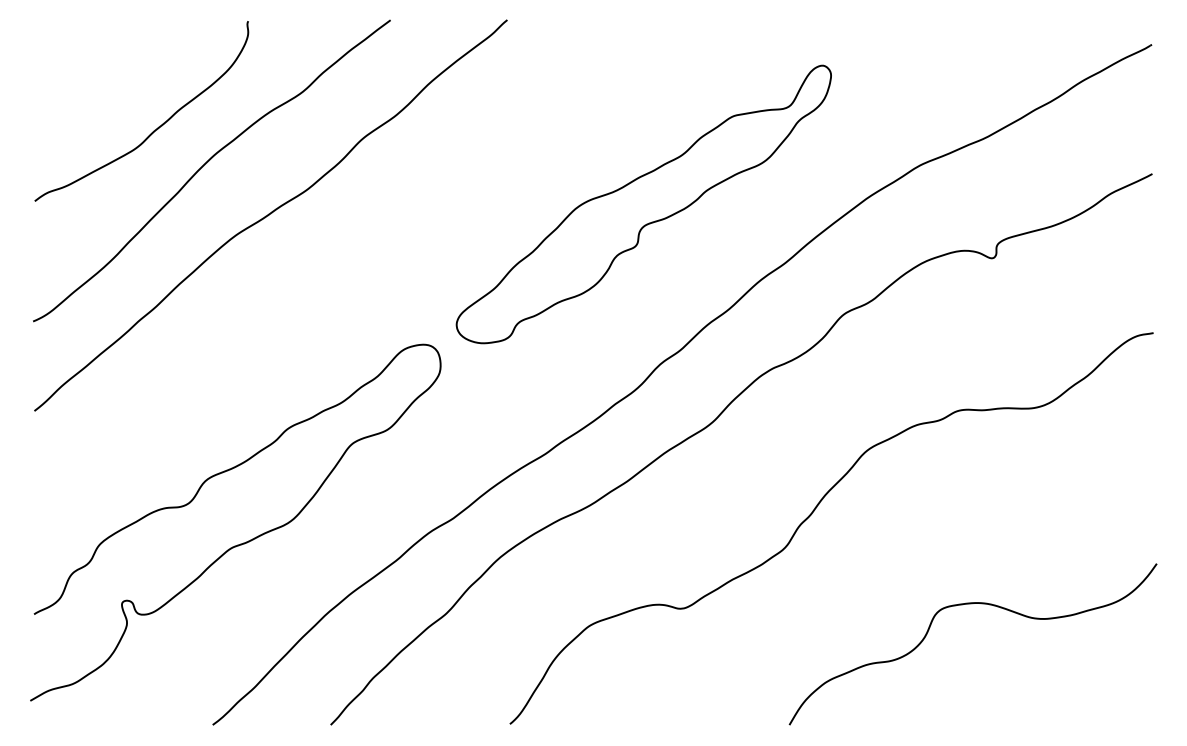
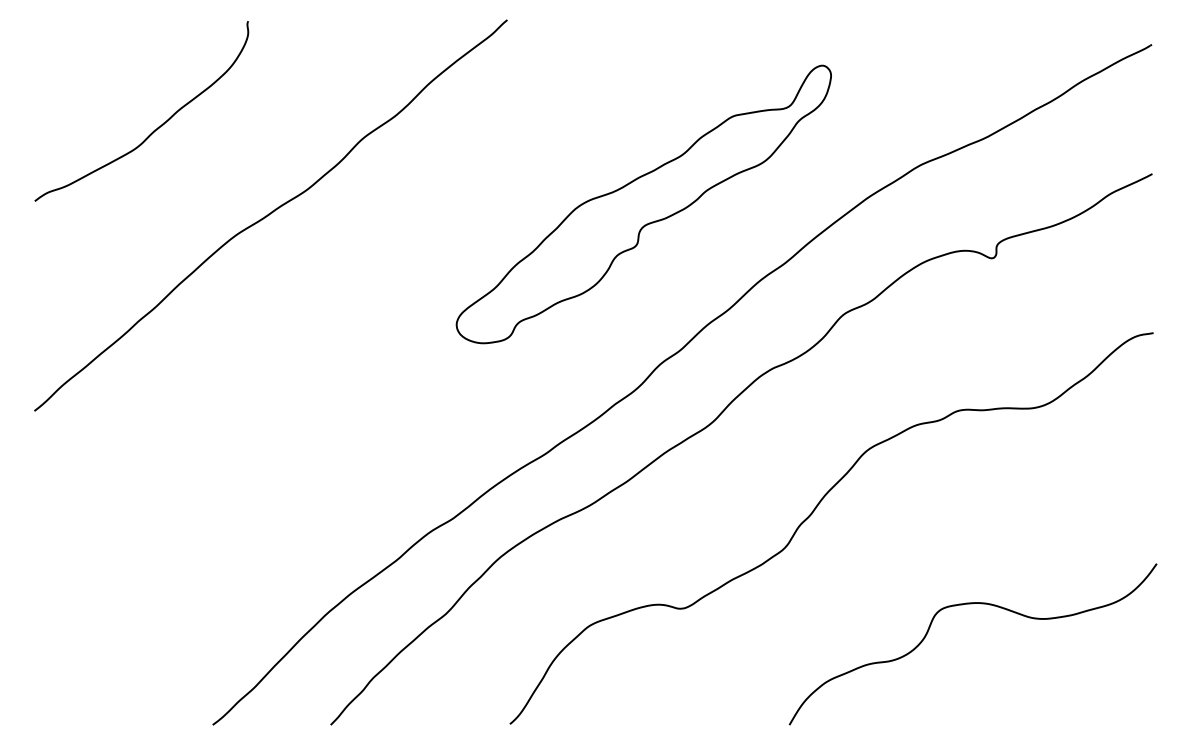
curve at (207, 163): present -> none
curve at (243, 542): present -> none
